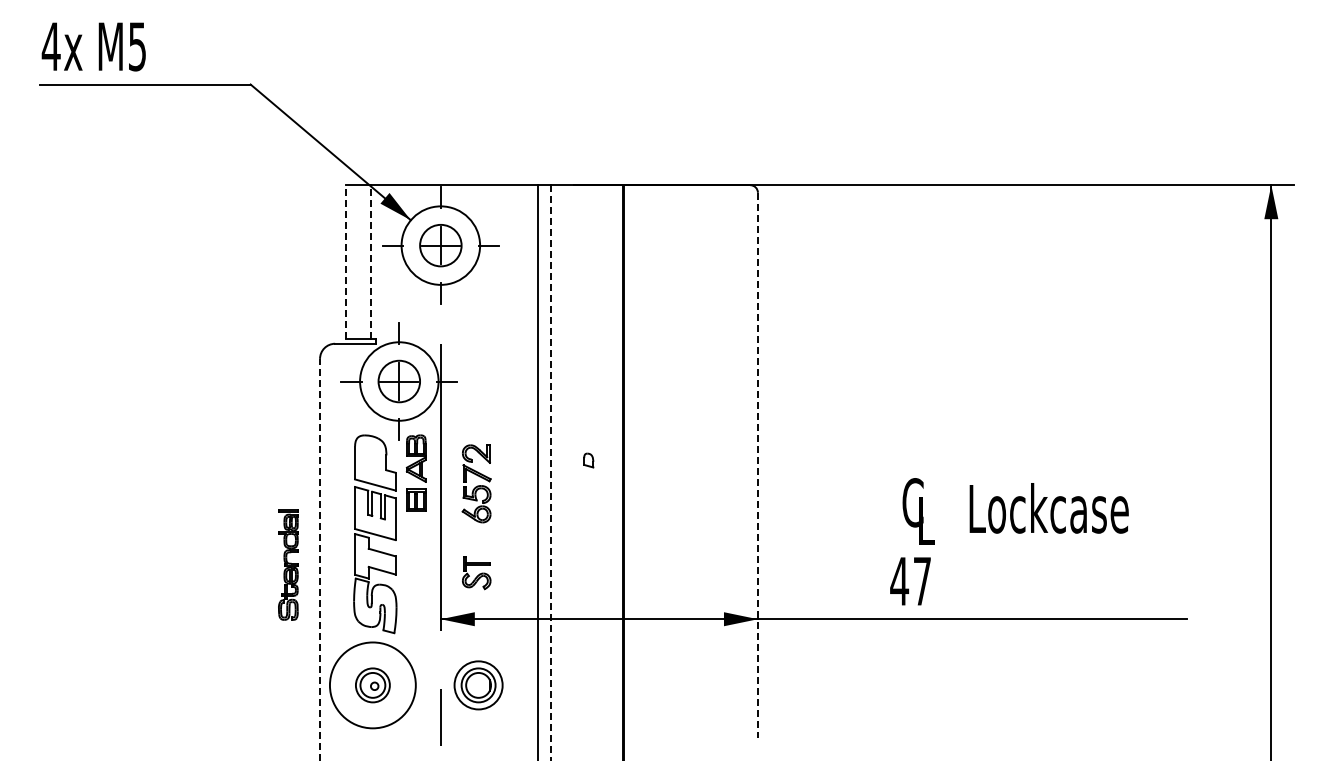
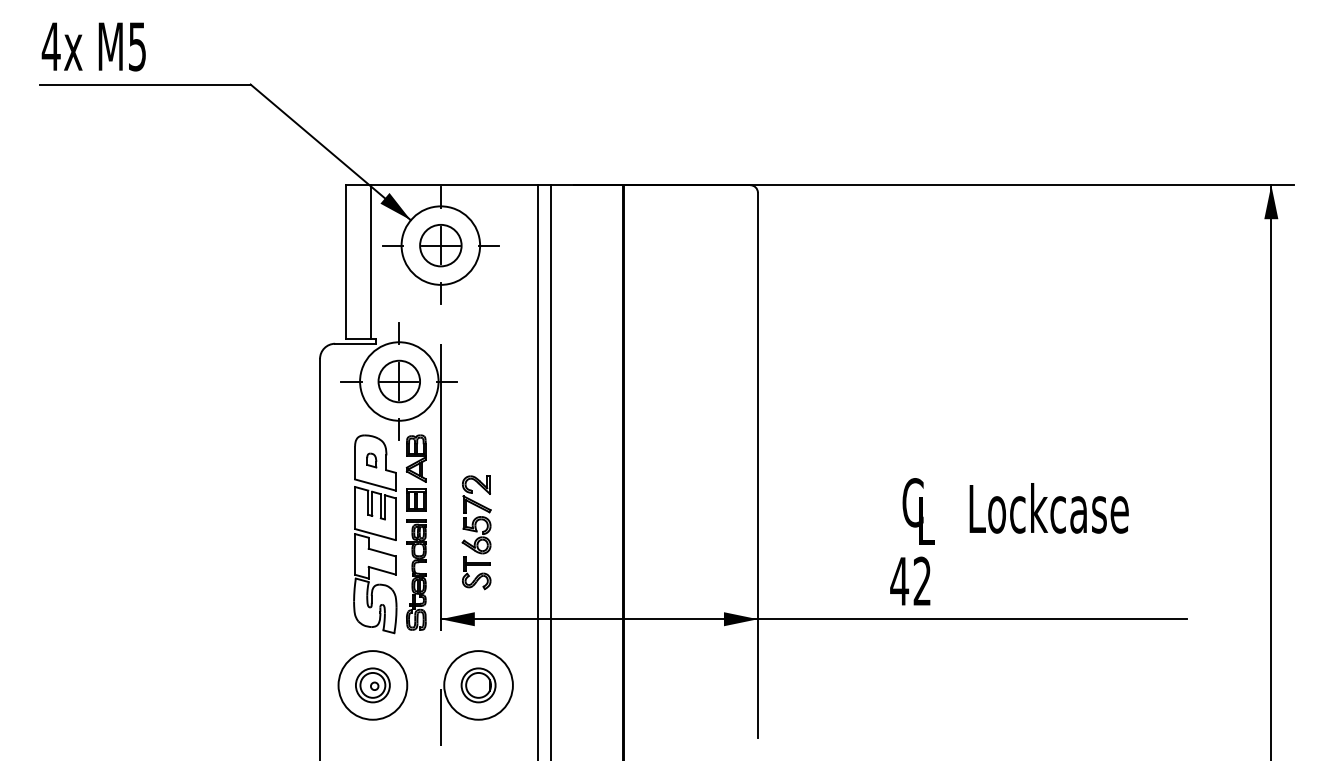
line at (346, 261): dashed -> solid
line at (371, 261): dashed -> solid
part at (588, 460) position: (588, 460) -> (371, 460)
line at (757, 465): dashed -> solid
line at (550, 473): dashed -> solid
part at (476, 483) position: (476, 483) -> (476, 514)
line at (320, 559): dashed -> solid
part at (288, 564) position: (288, 564) -> (416, 574)
text at (921, 580): 47 -> 42
circle at (372, 685) diameter: 86 px -> 69 px
circle at (478, 685) diameter: 48 px -> 69 px
